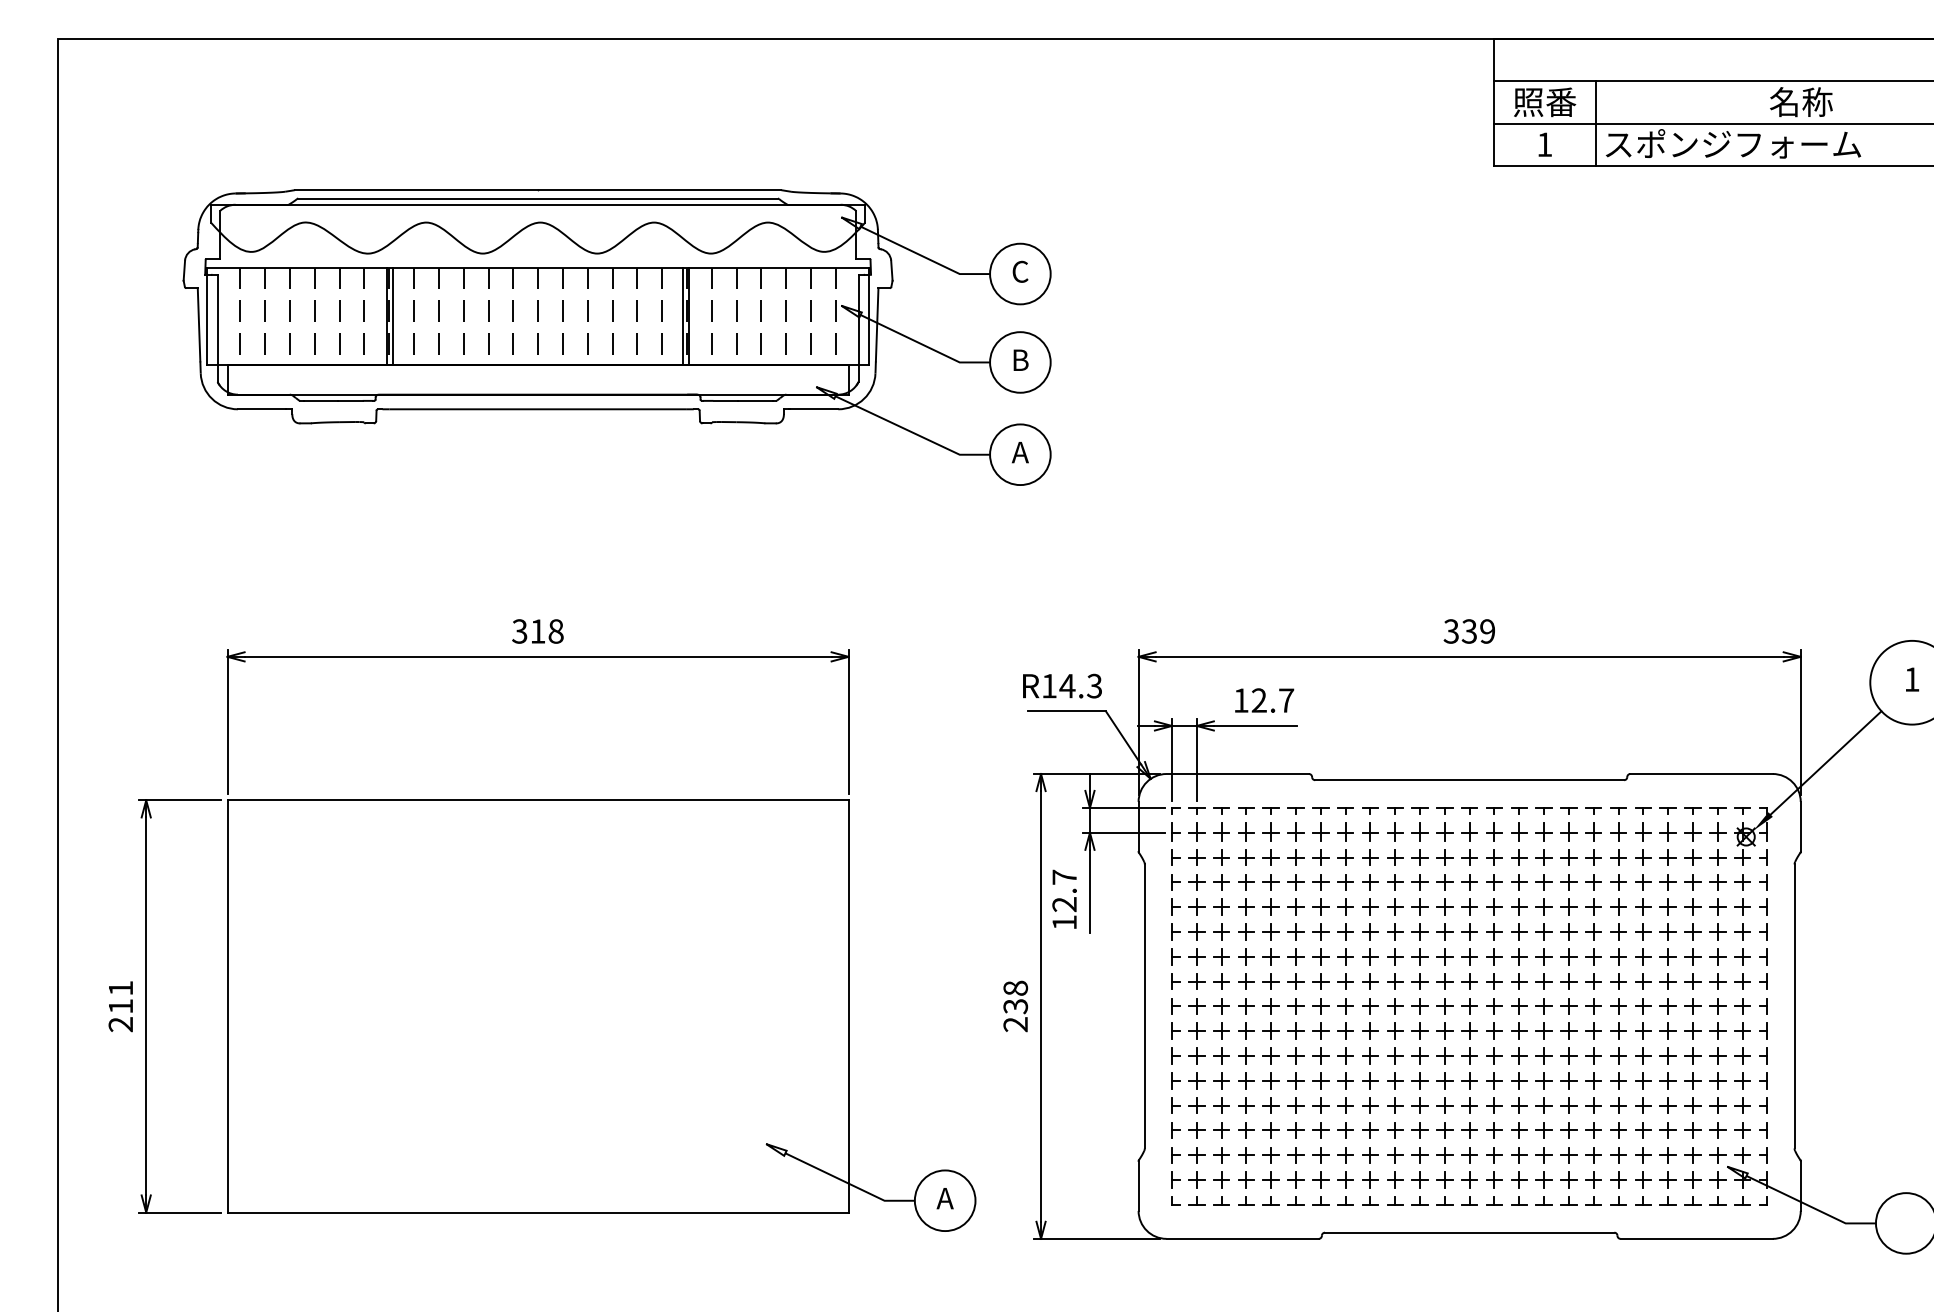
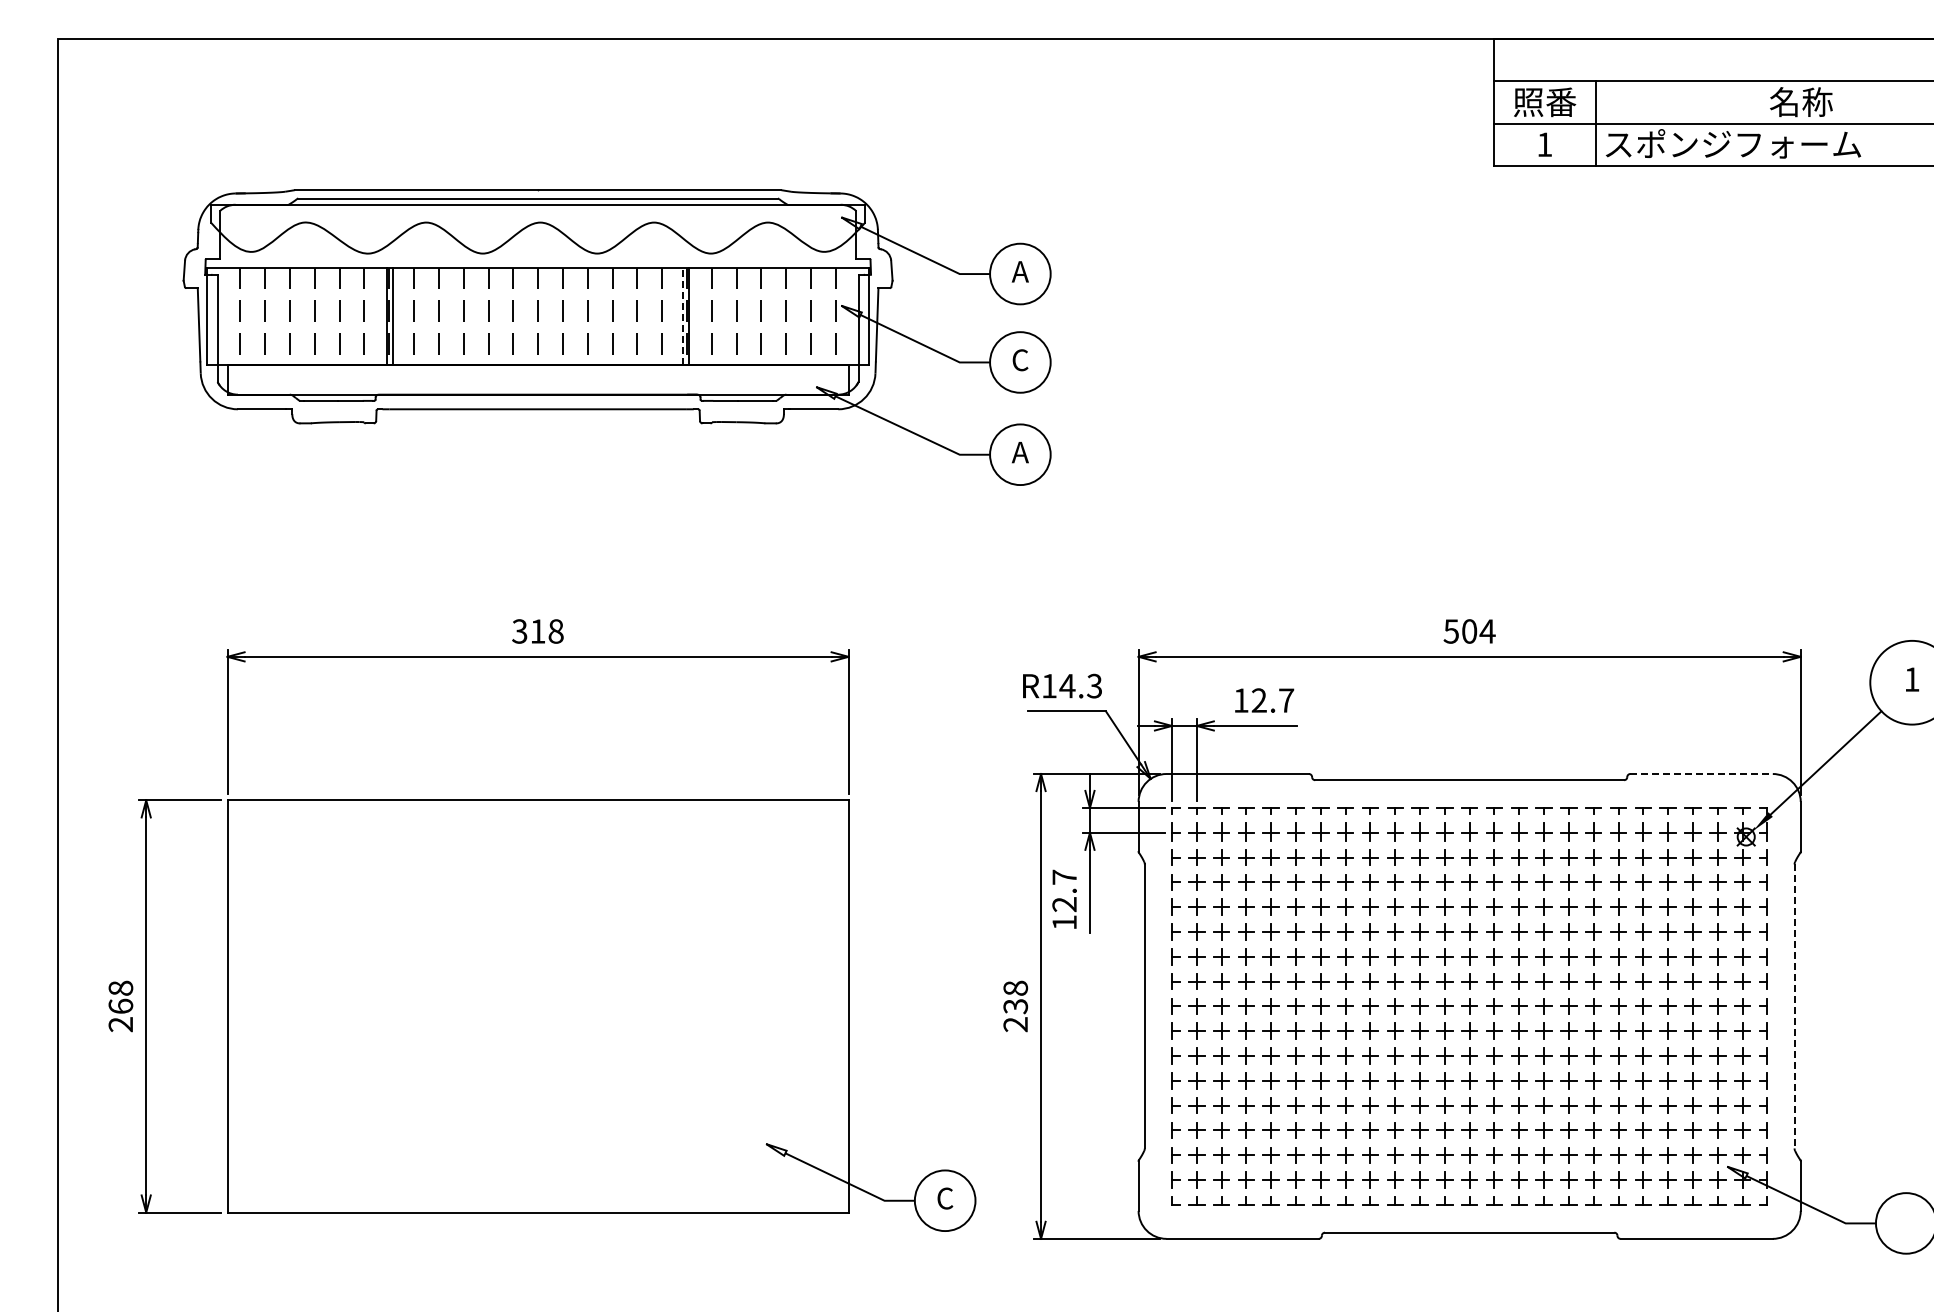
text at (1019, 271): C -> A
line at (682, 316): solid -> dashed
text at (1020, 360): B -> C
text at (1469, 631): 339 -> 504
line at (1702, 774): solid -> dashed
text at (120, 996): 211 -> 268
line at (1794, 1006): solid -> dashed
text at (944, 1198): A -> C
